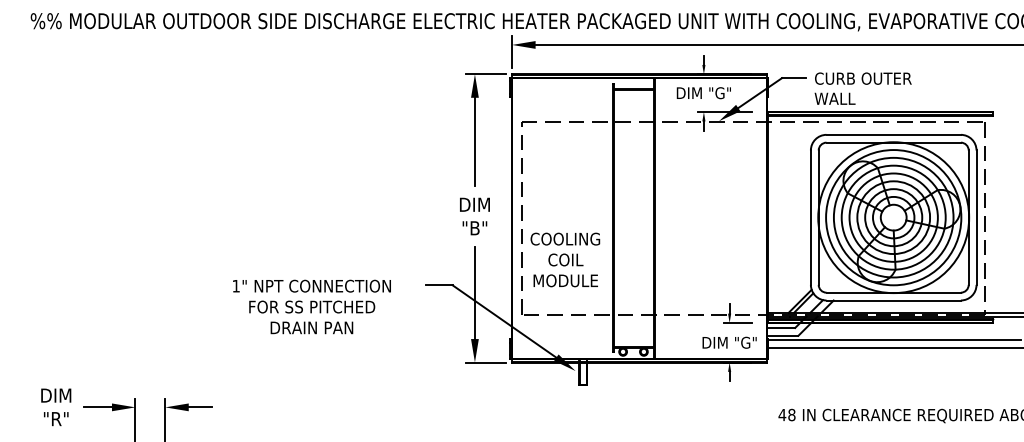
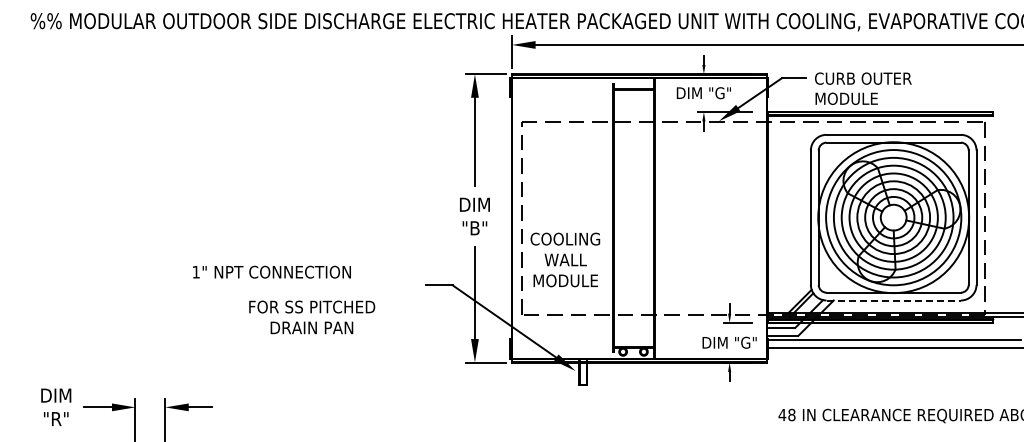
text at (845, 98): WALL -> MODULE
text at (565, 259): COIL -> WALL
text at (311, 285) position: (311, 285) -> (271, 271)
line at (894, 300): solid -> dashed
